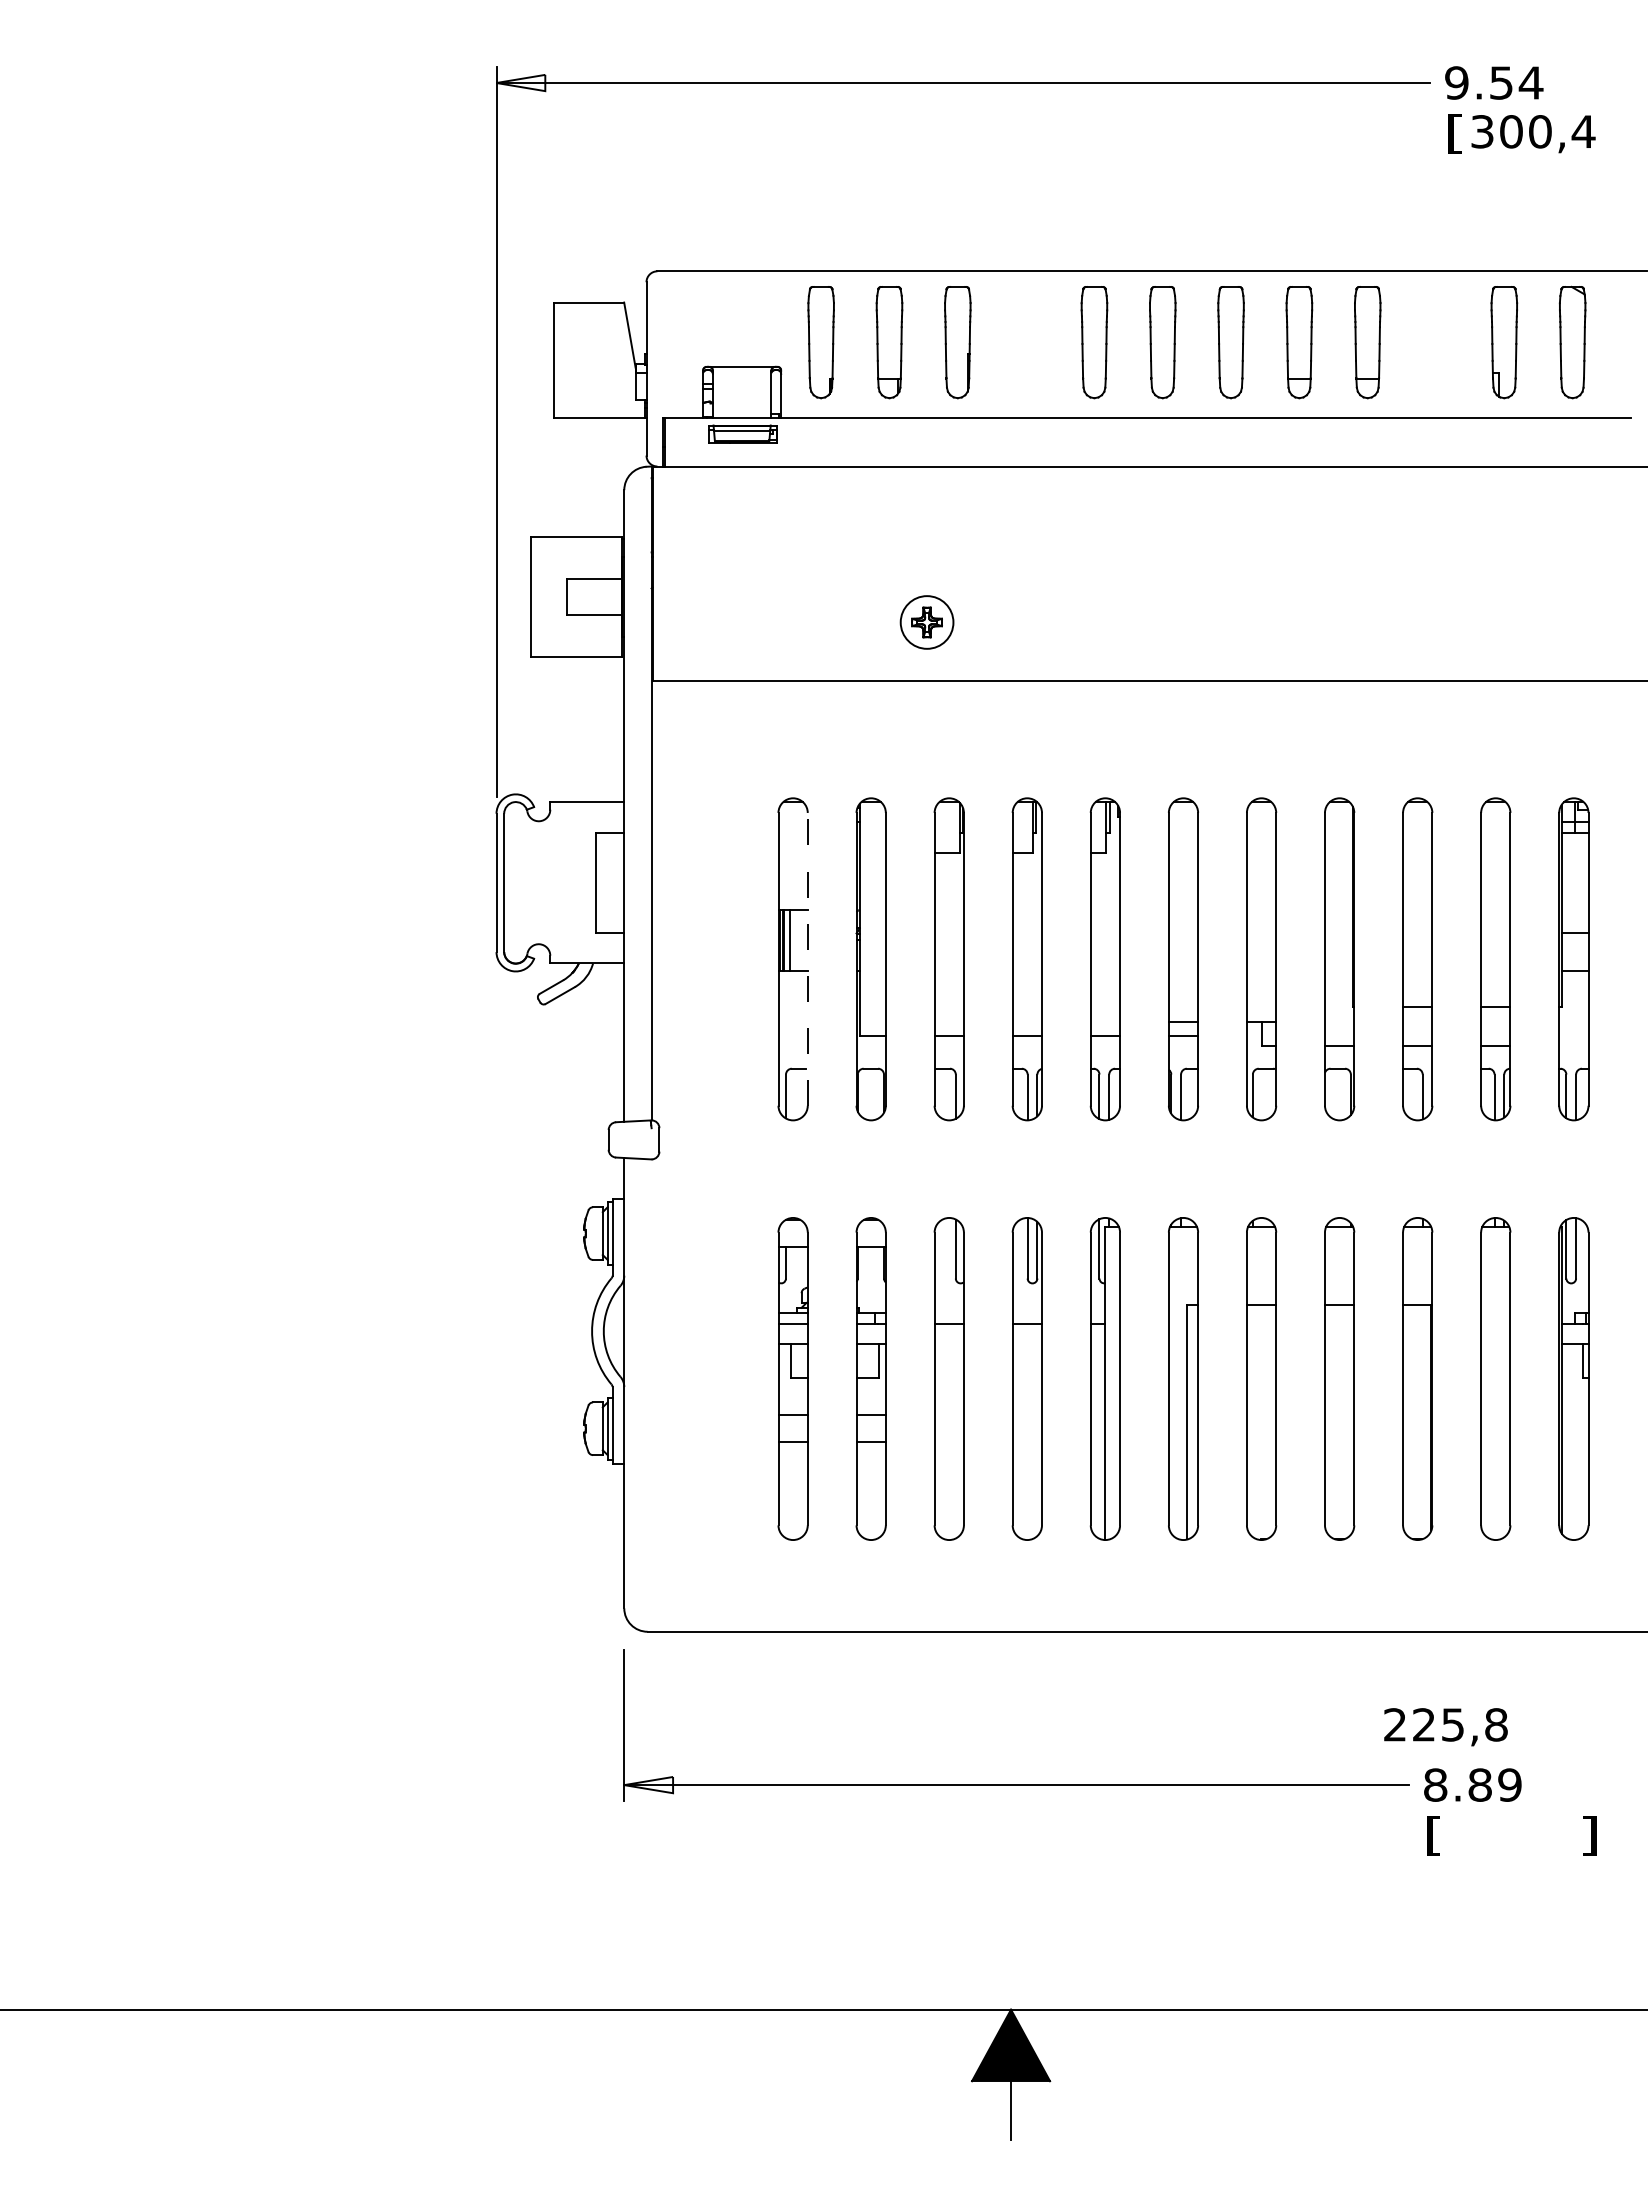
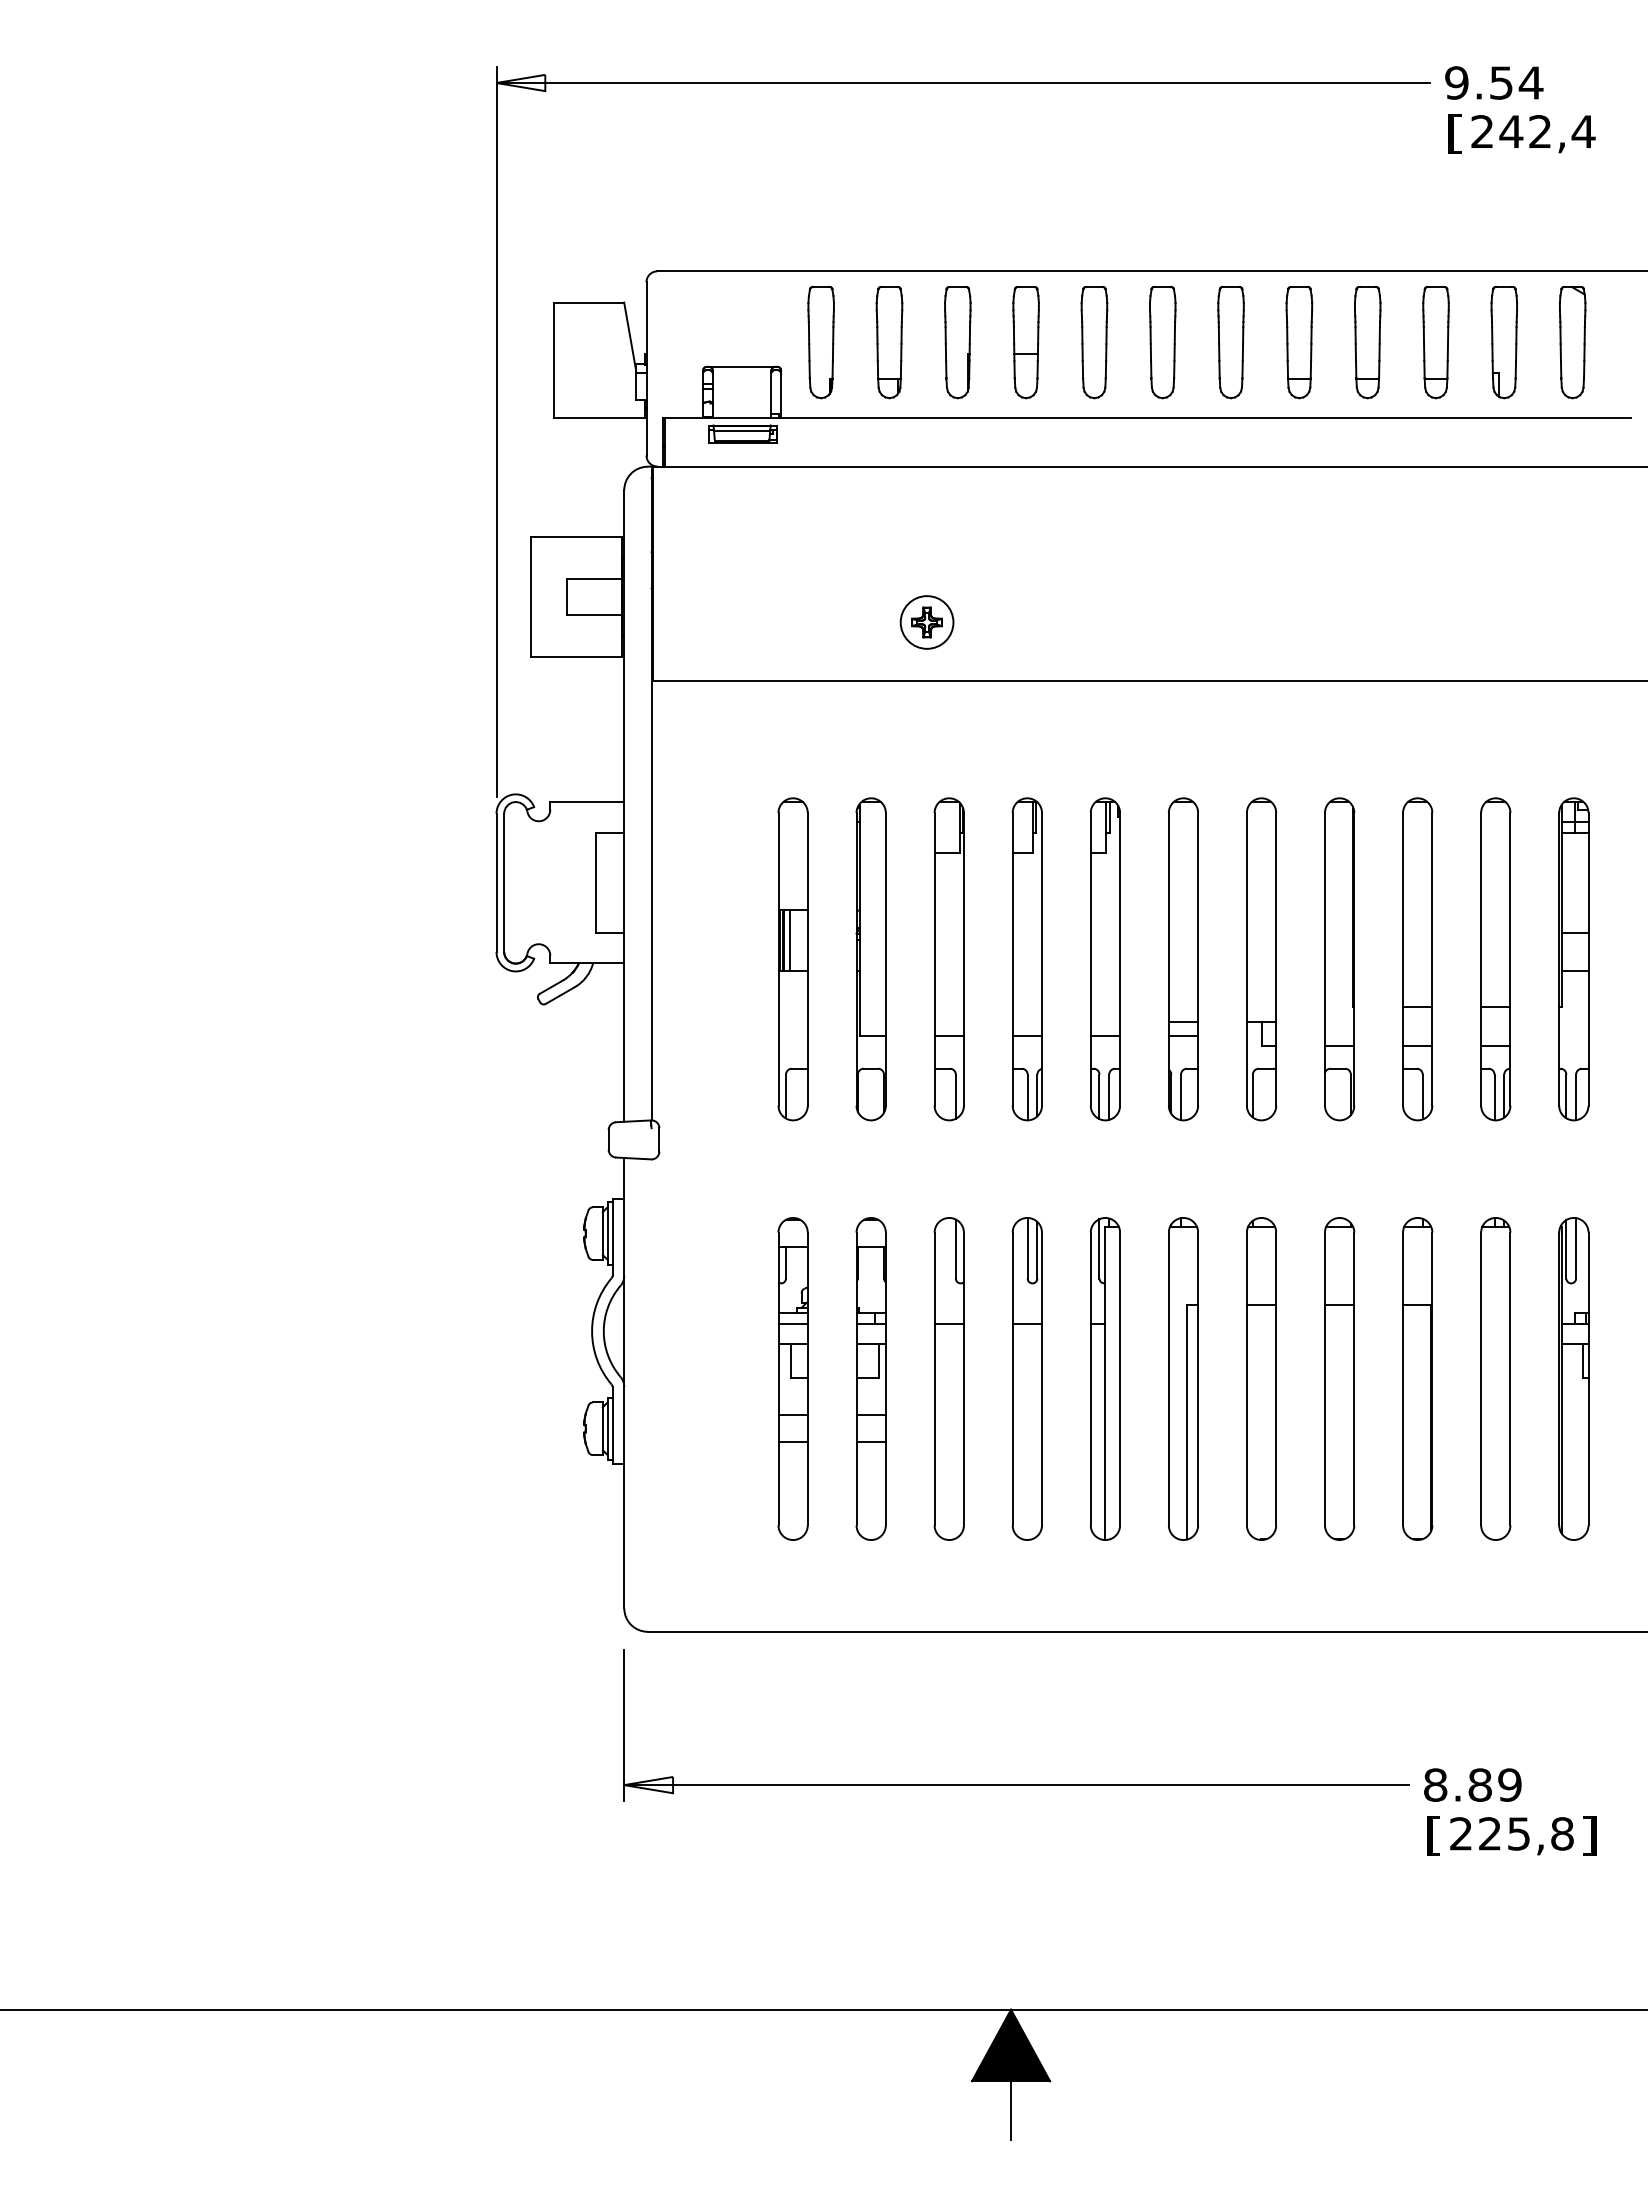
text at (1511, 131): 300,4 -> 242,4
part at (1025, 342): none -> present
part at (1435, 342): none -> present
line at (807, 958): dashed -> solid
text at (1445, 1727) position: (1445, 1727) -> (1511, 1836)
